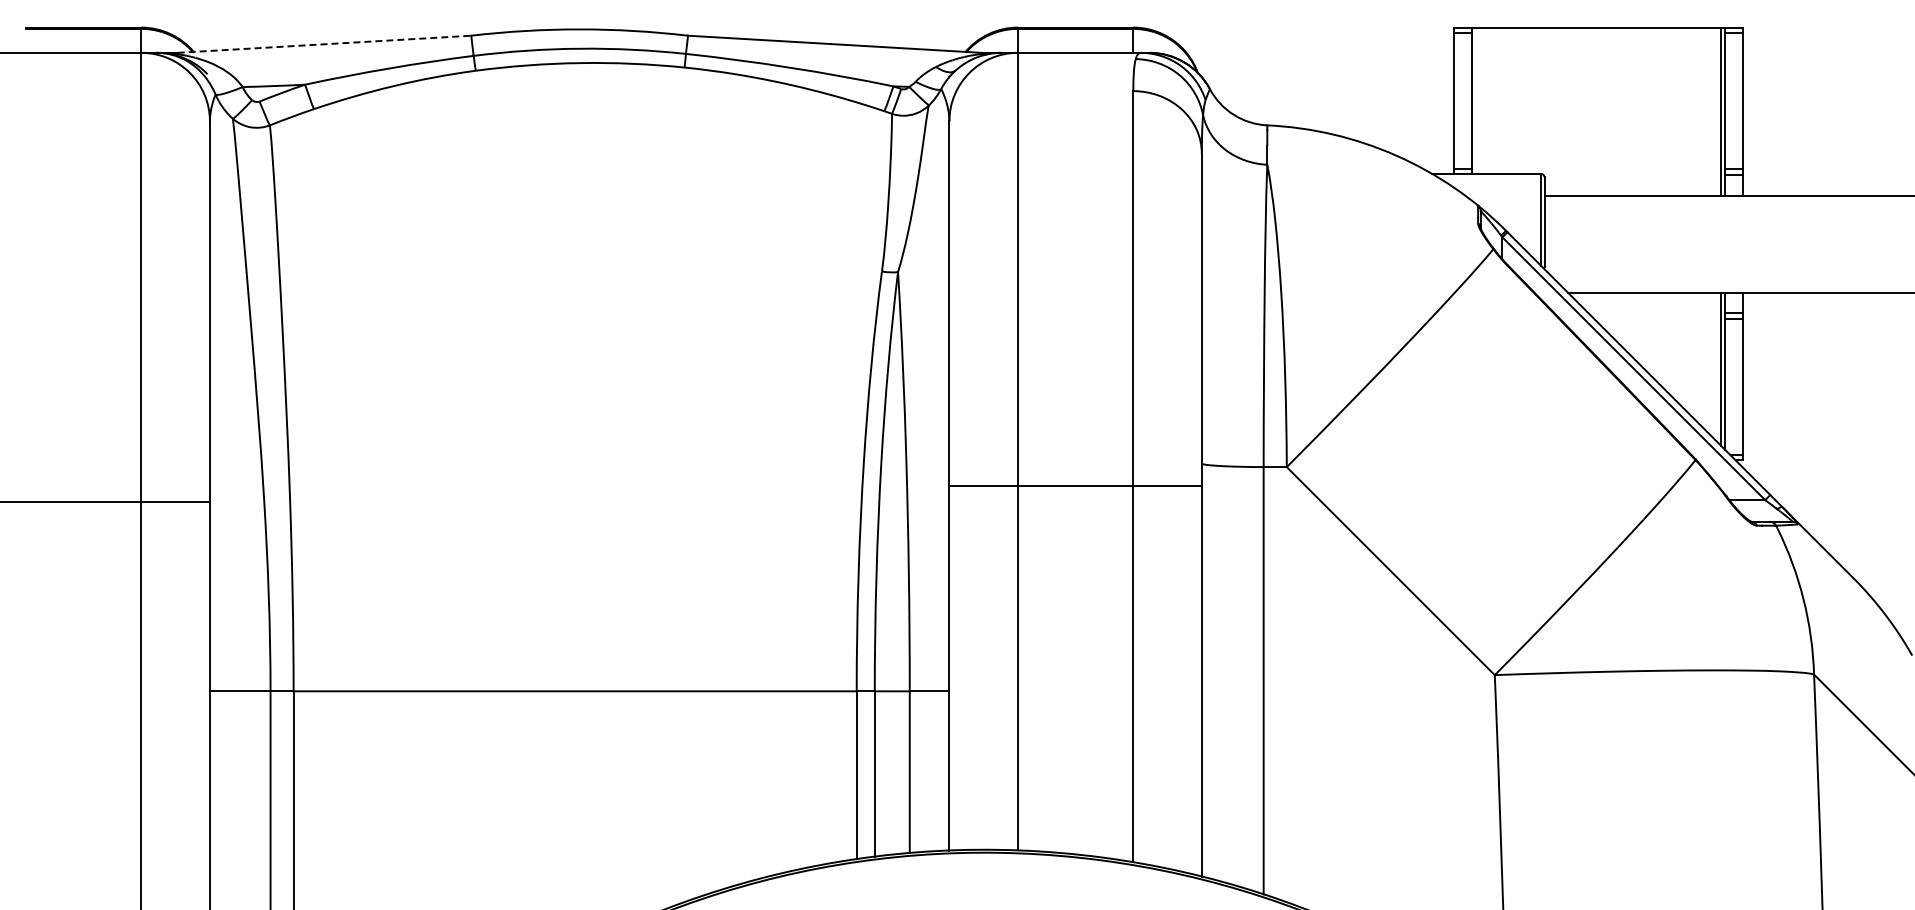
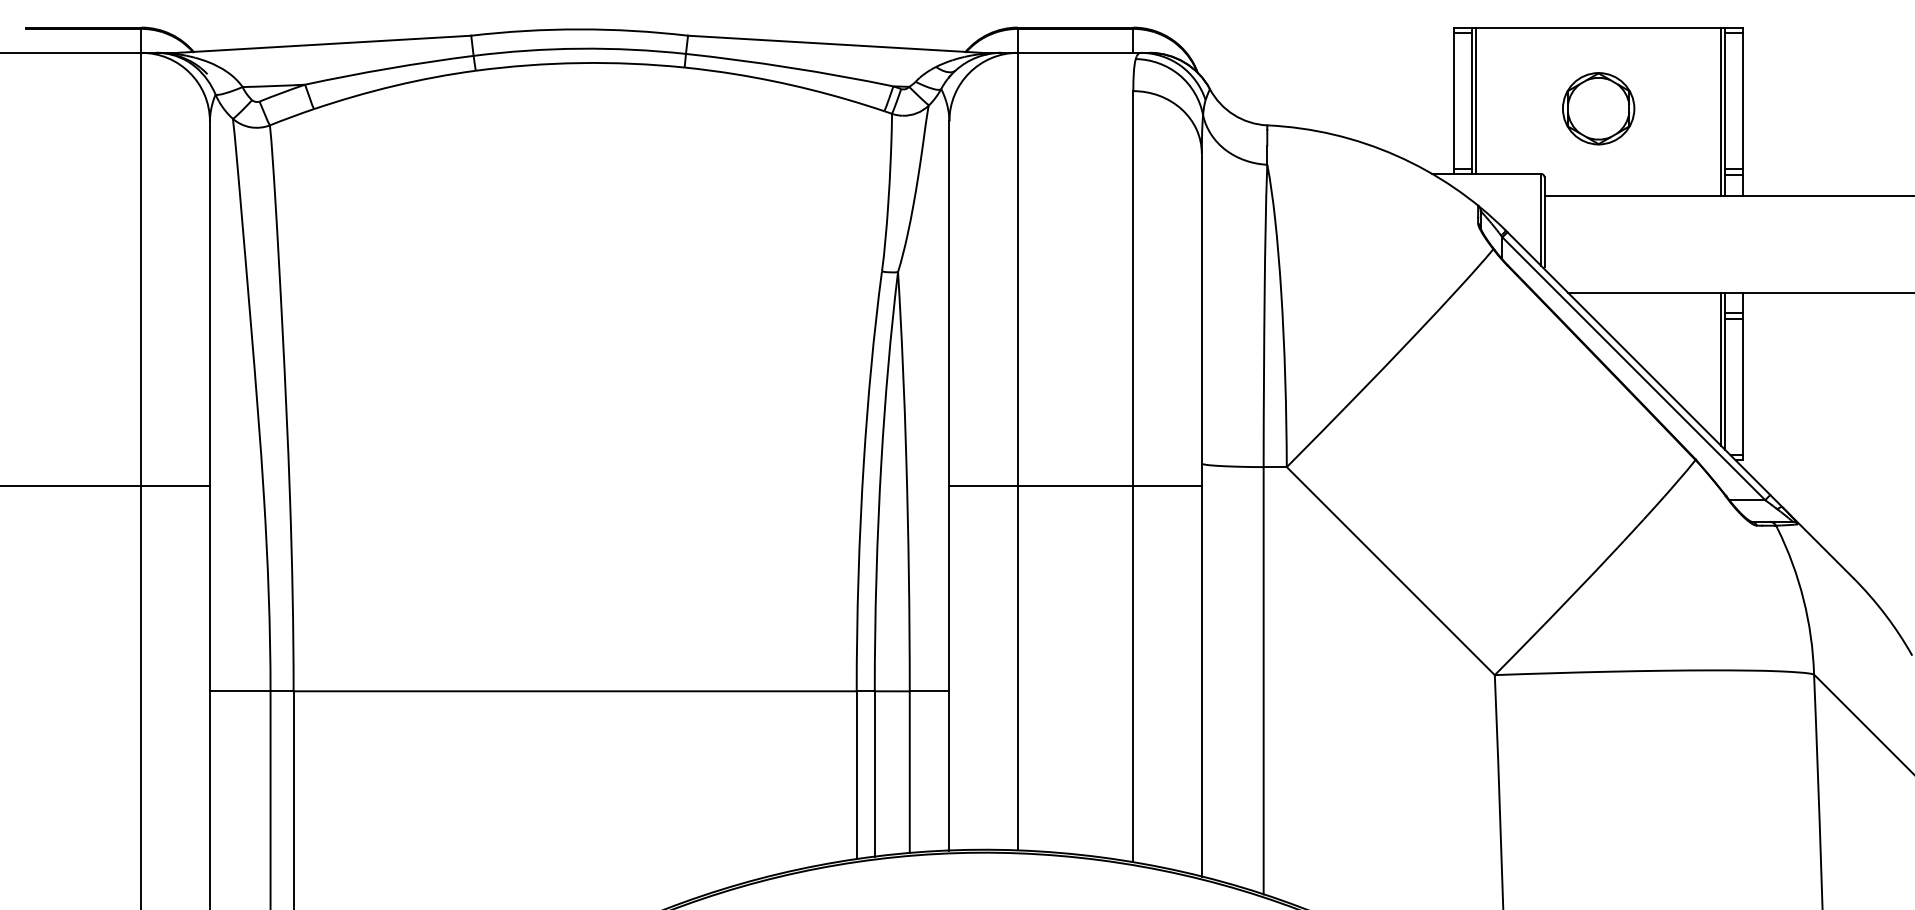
line at (324, 44): dashed -> solid
line at (1476, 100): none -> present
part at (1598, 108): none -> present
line at (105, 501) position: (105, 501) -> (105, 485)
